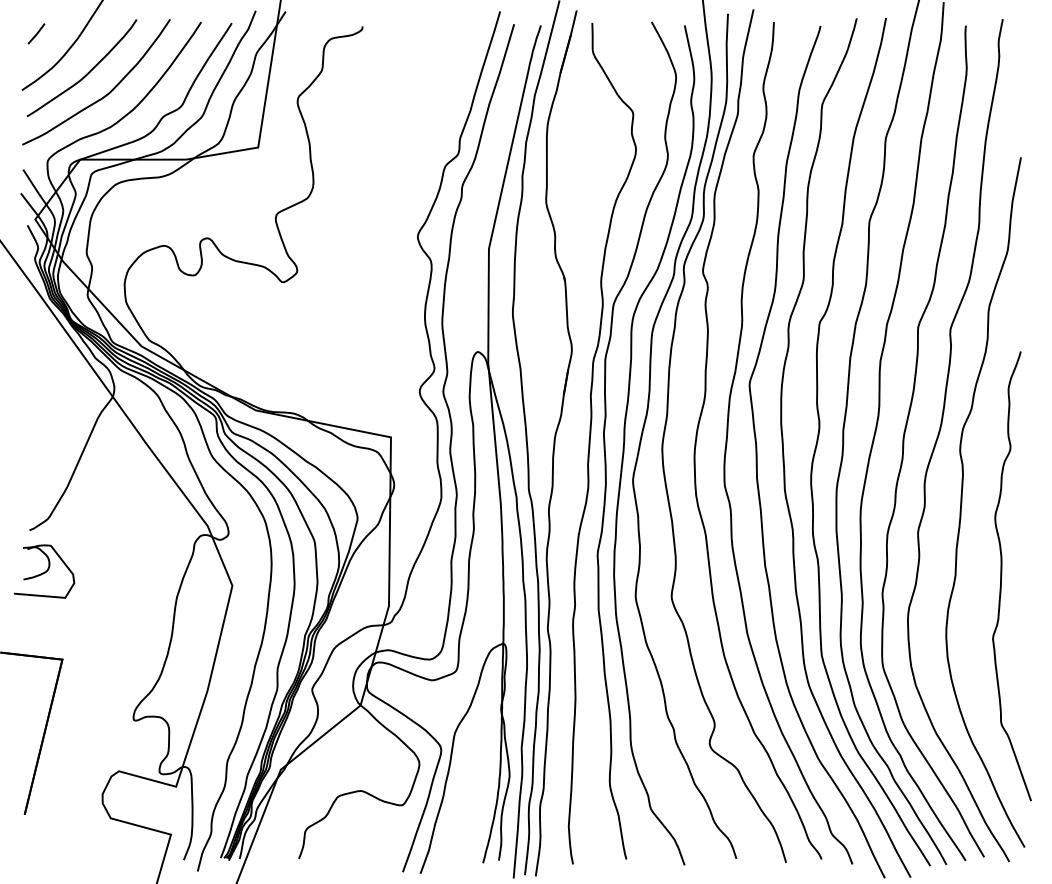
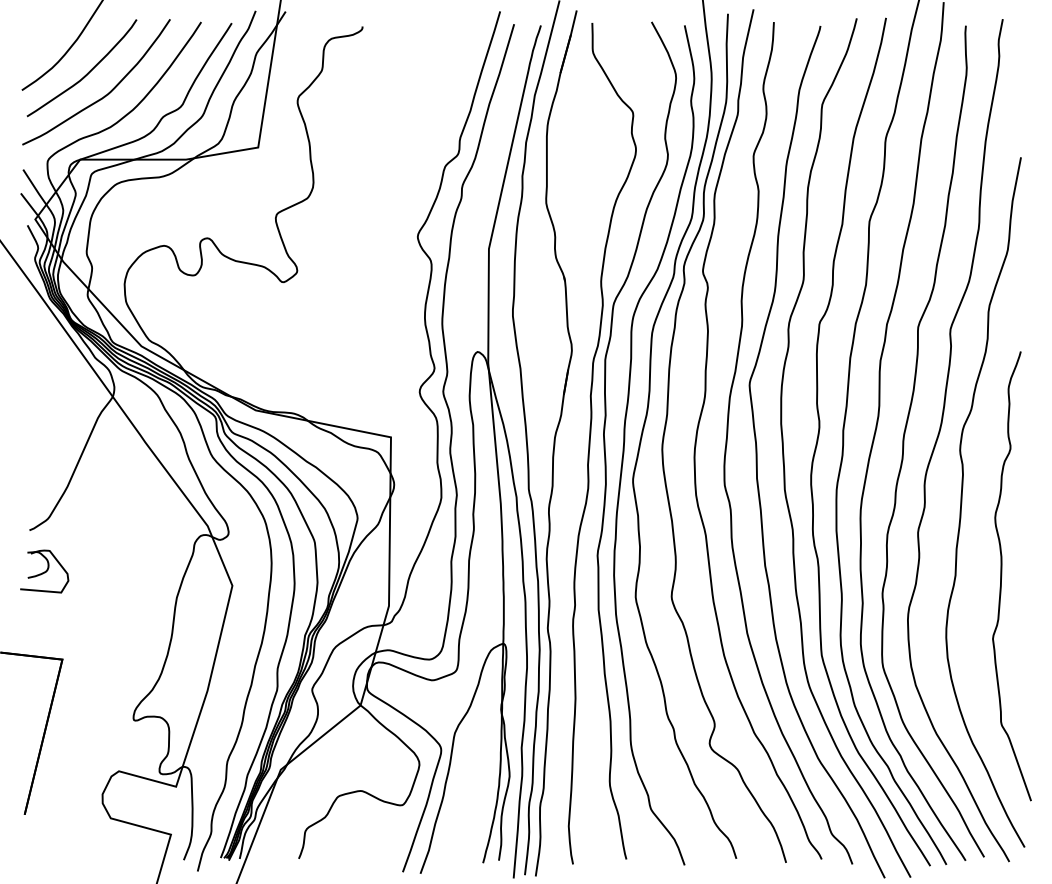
line at (36, 33): present -> none
part at (44, 571) size: 62x55 px -> 50x45 px
